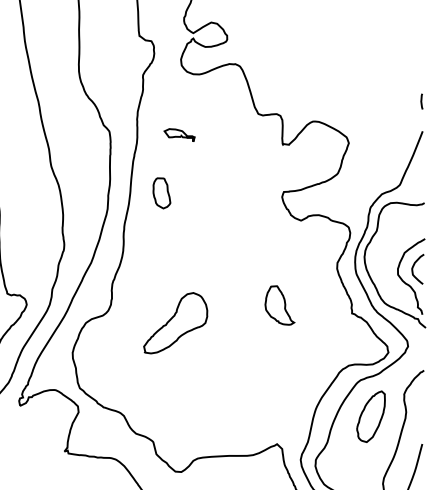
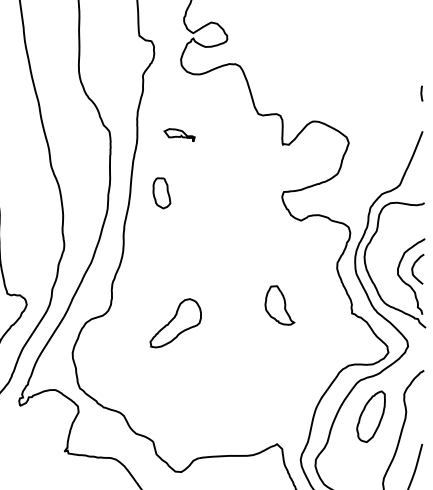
line at (421, 101) position: (421, 101) -> (421, 93)
part at (175, 323) size: 66x63 px -> 53x51 px
